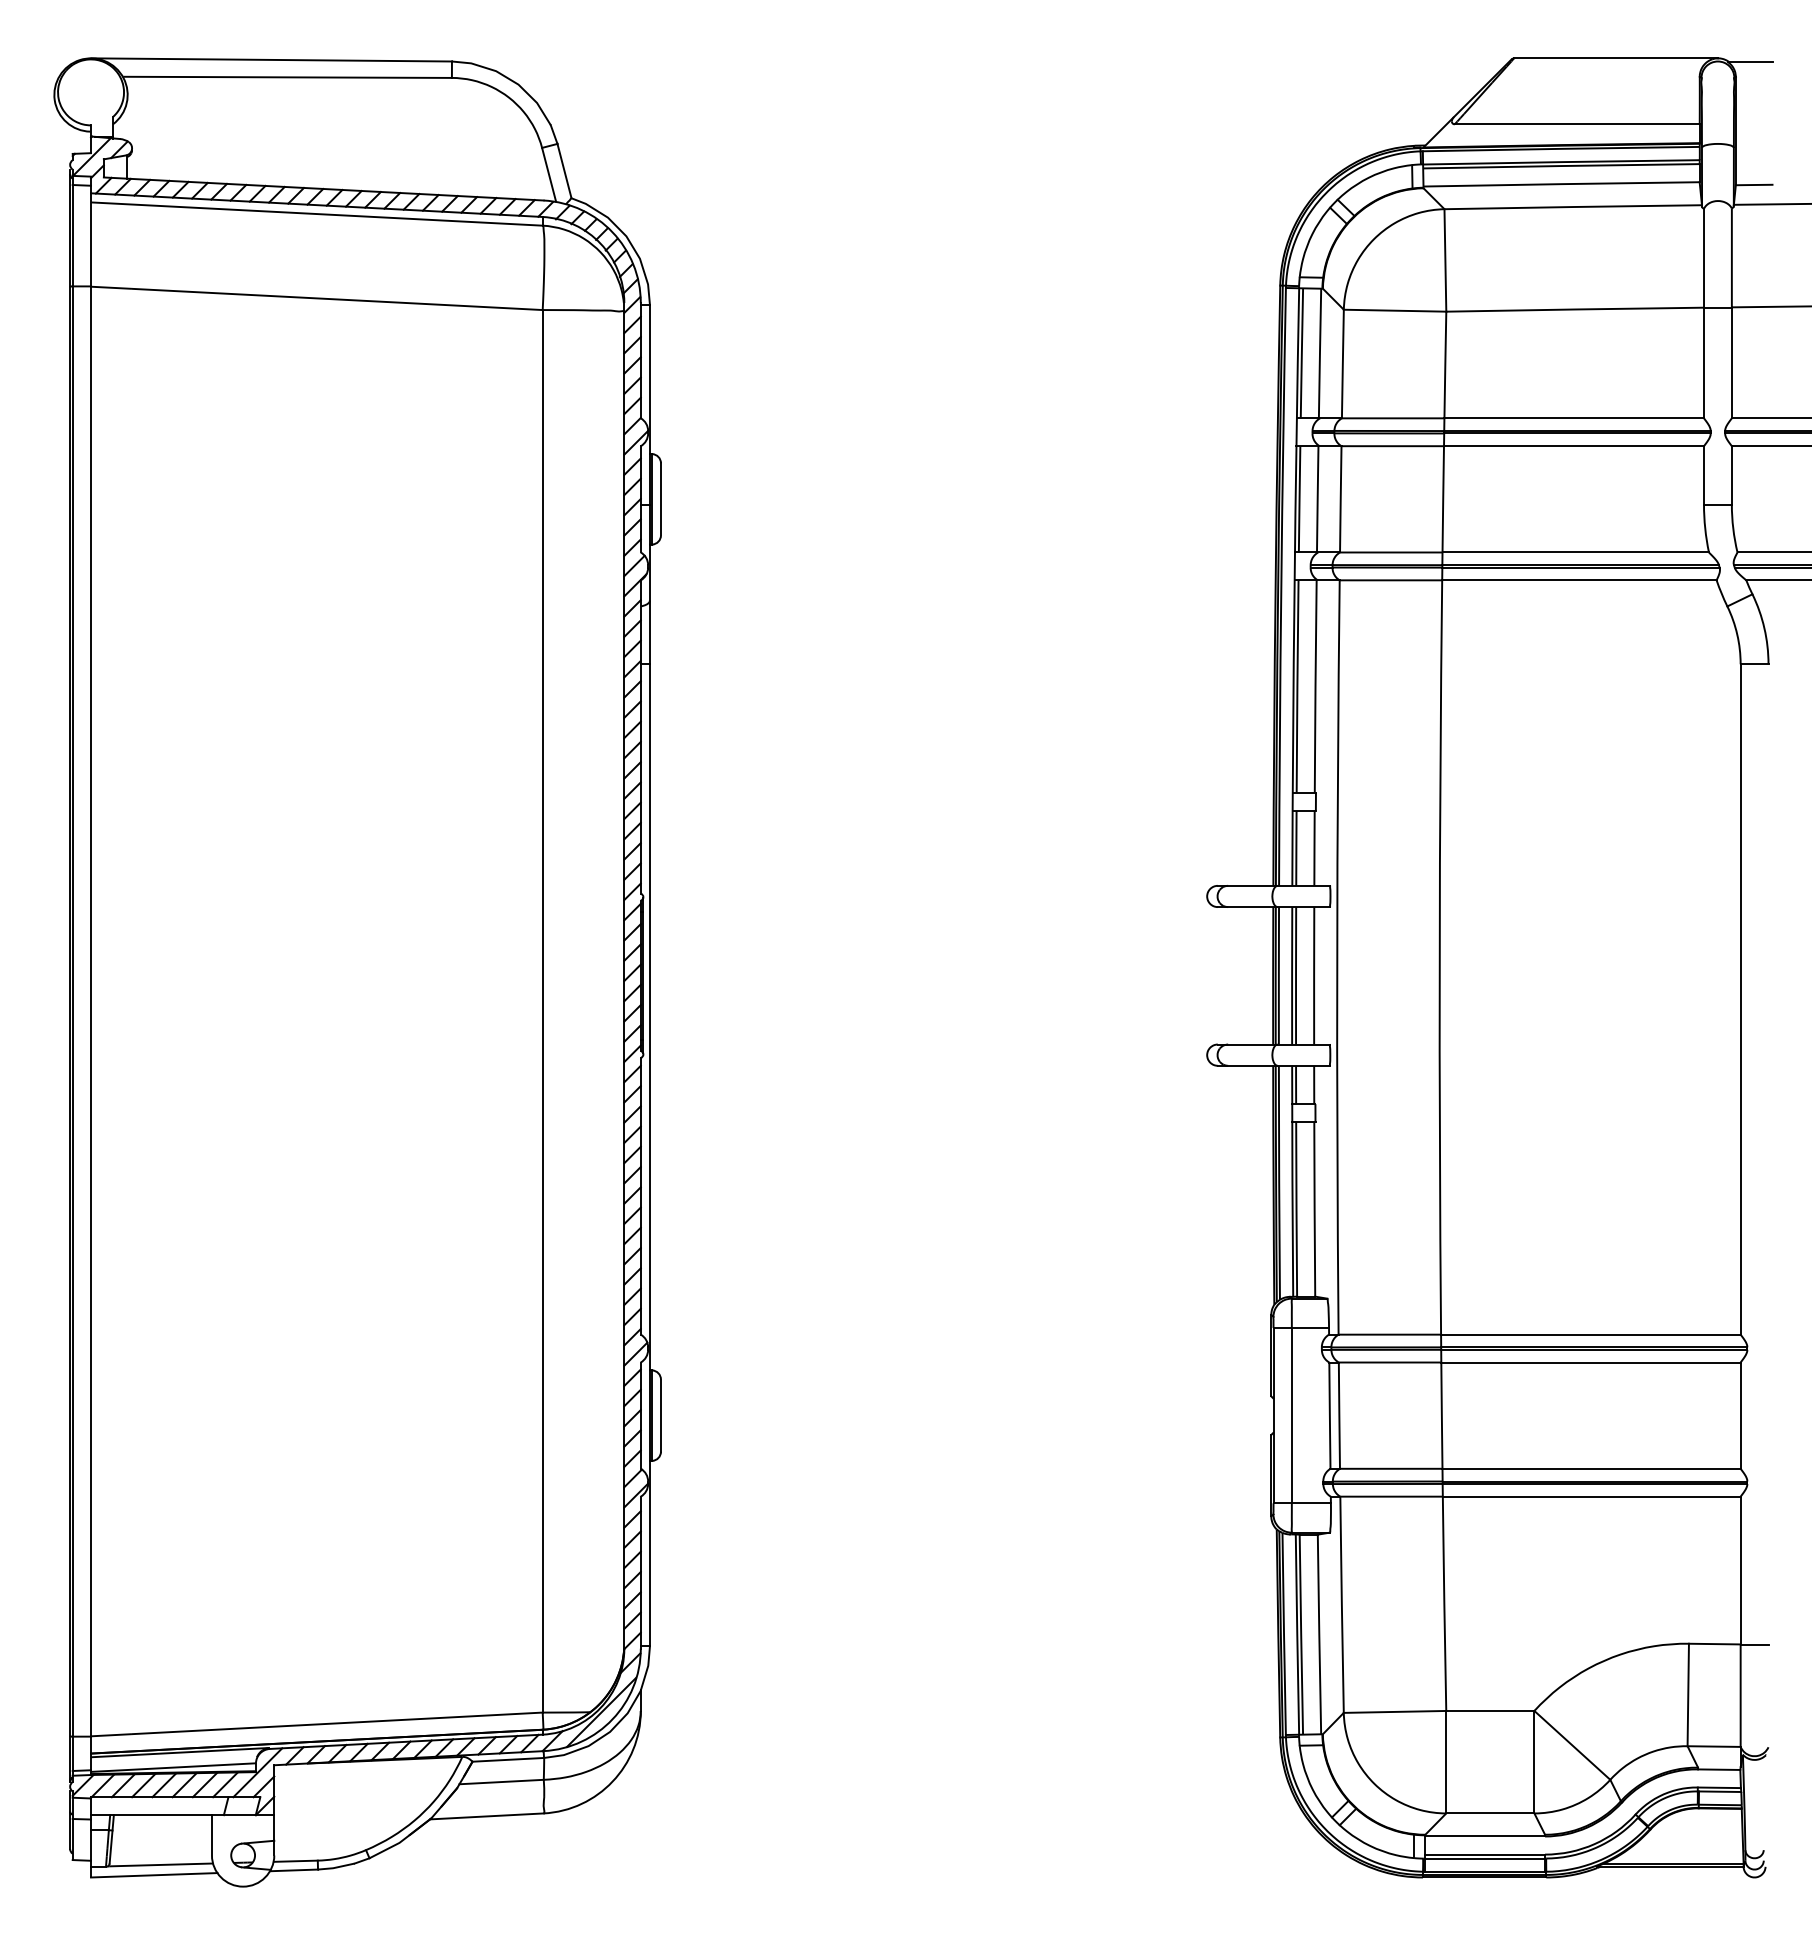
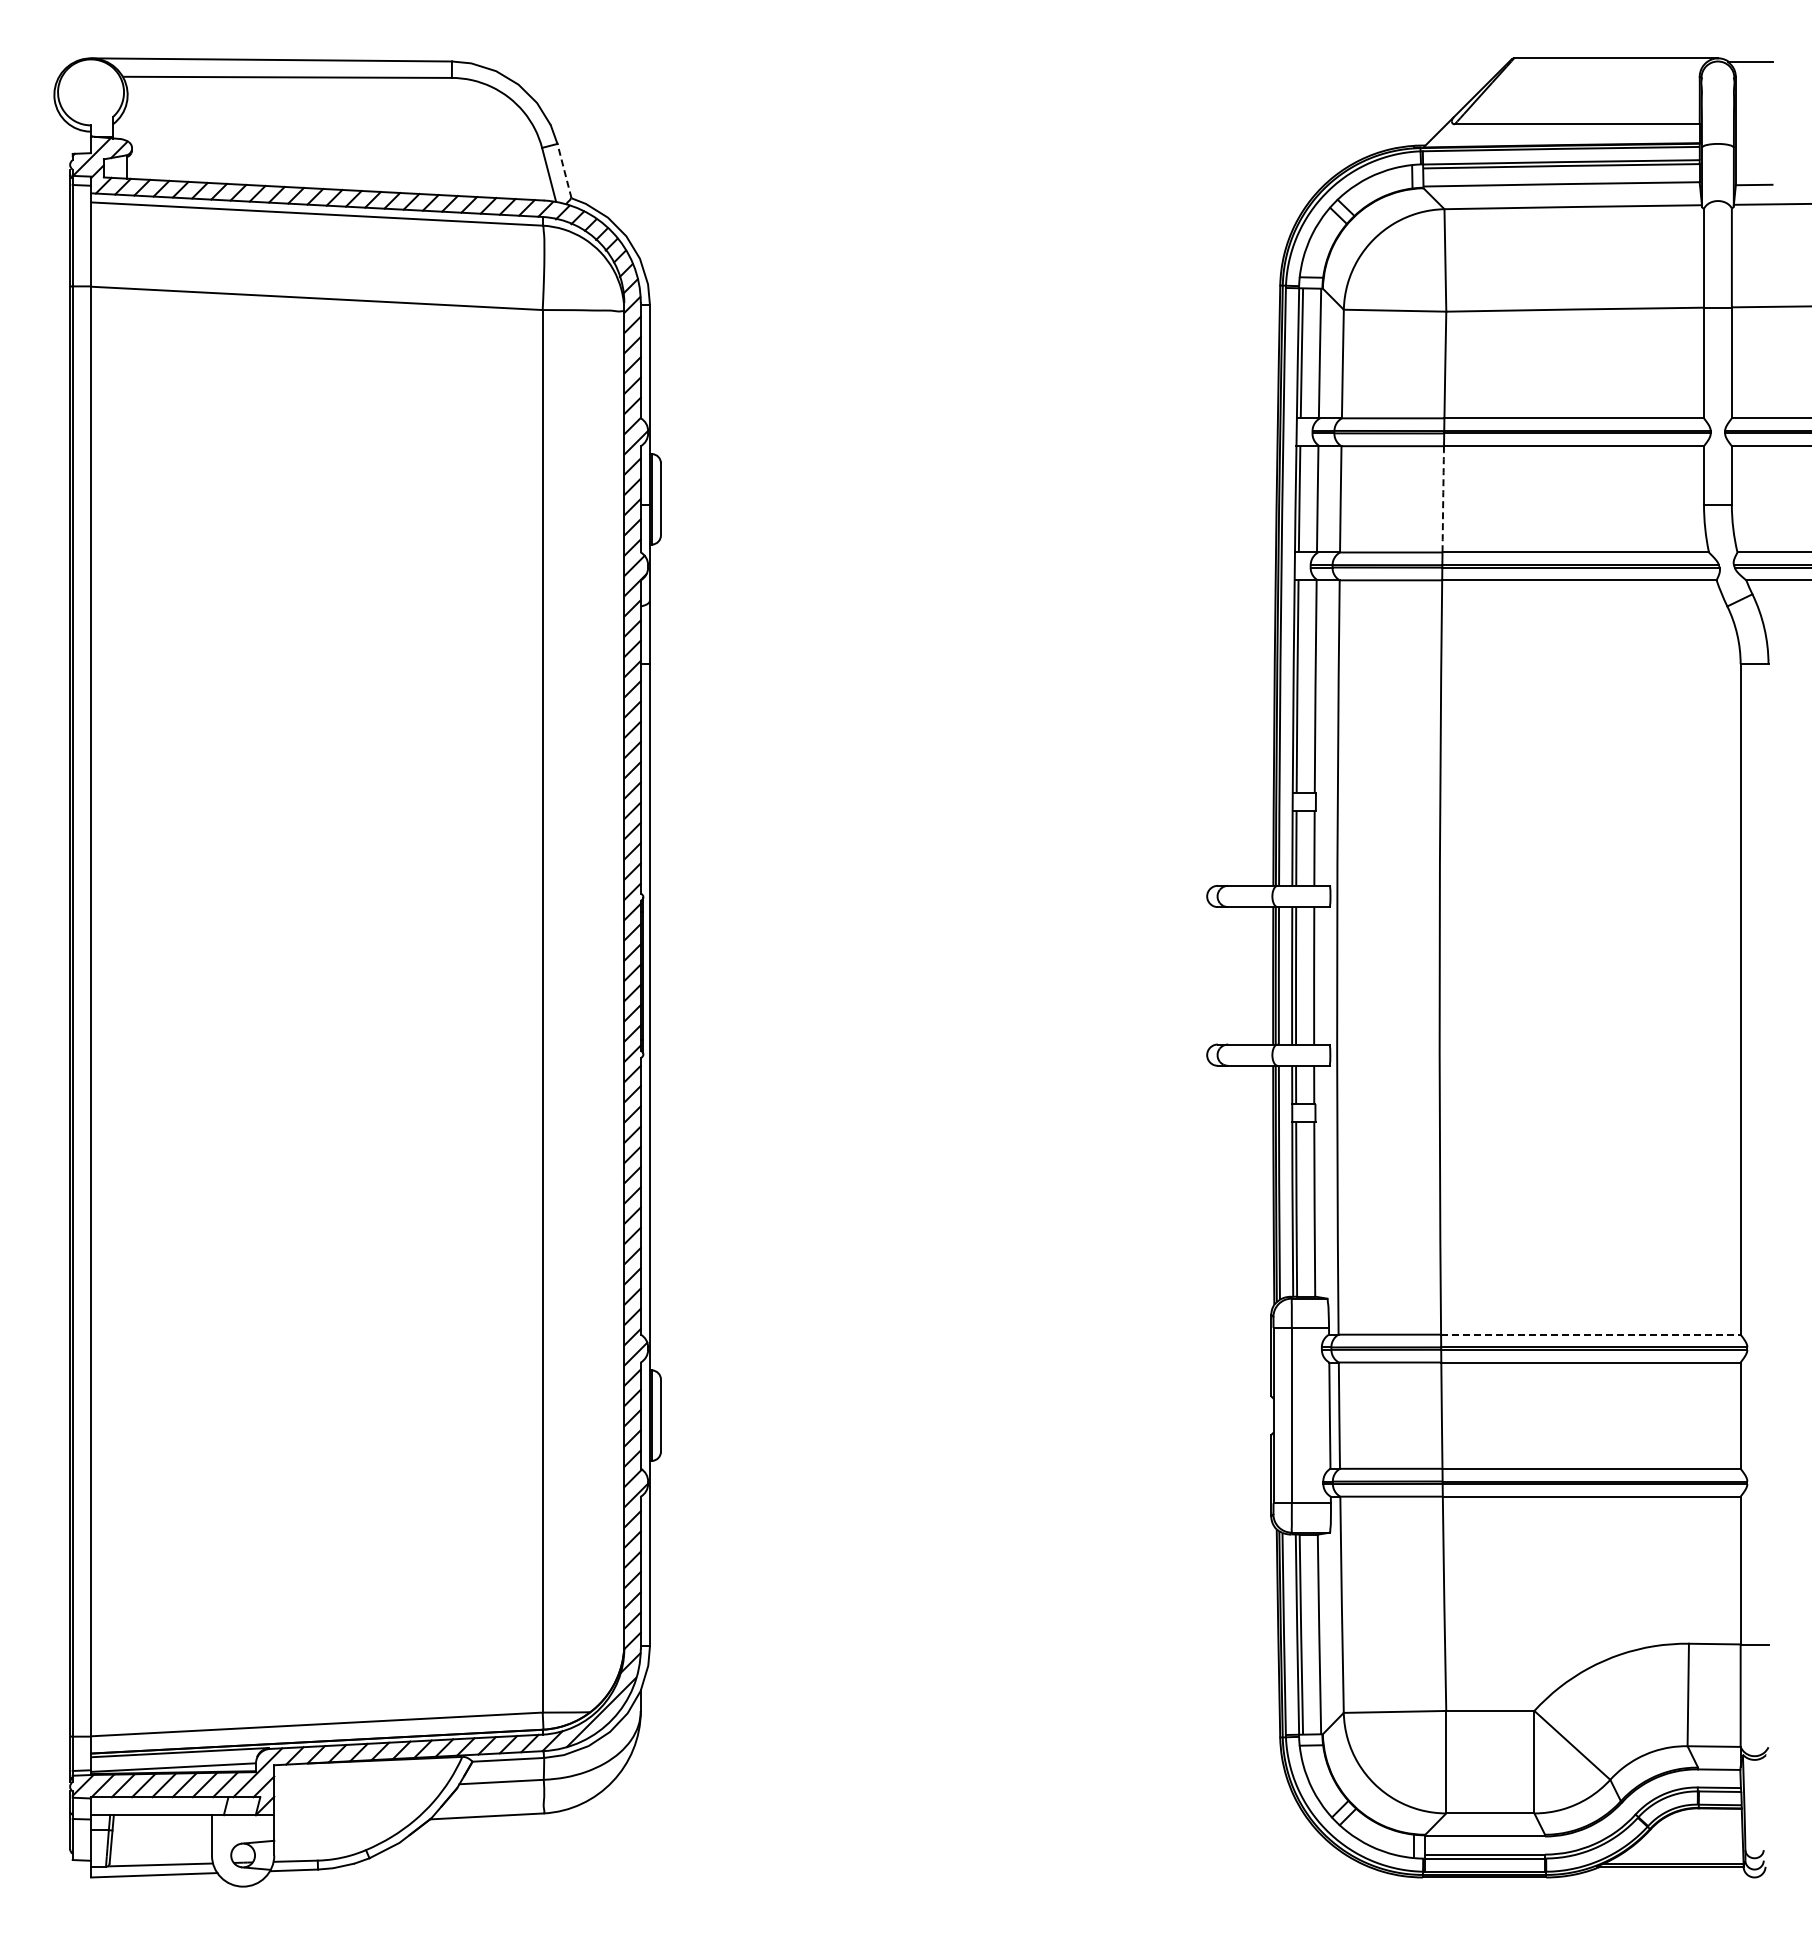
line at (564, 170): solid -> dashed
arc at (1443, 499): solid -> dashed
line at (1590, 1334): solid -> dashed
